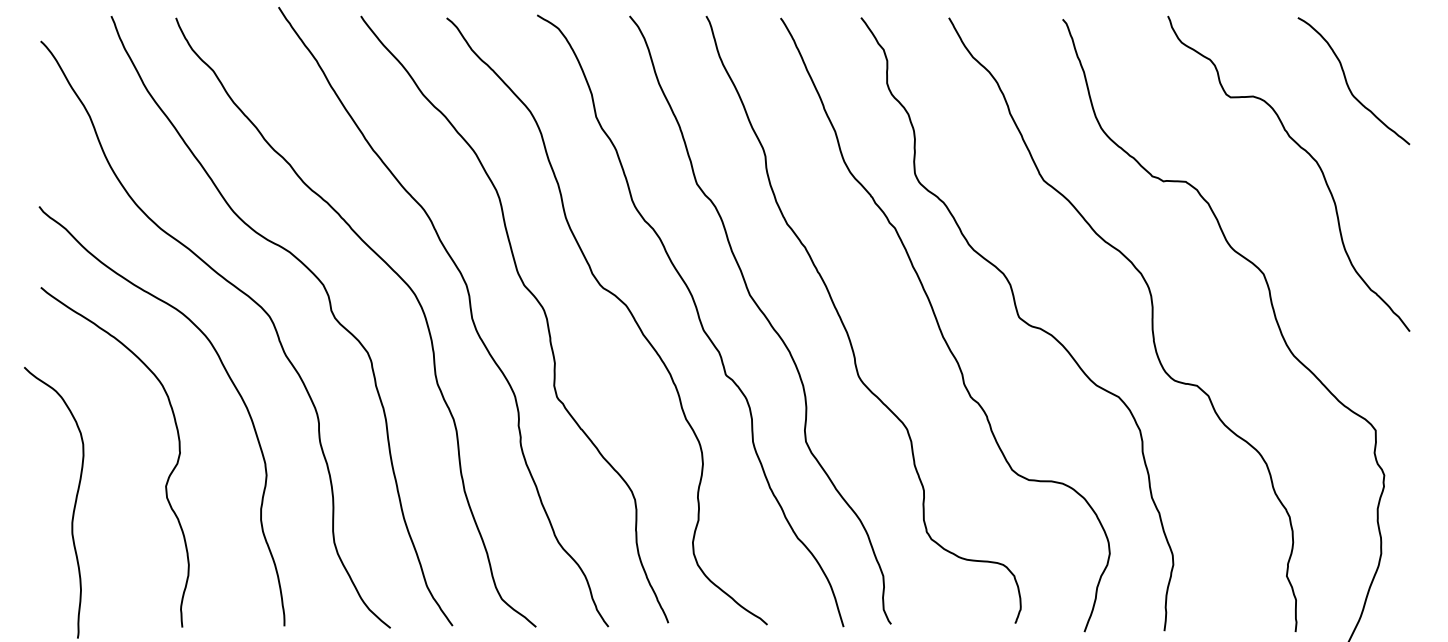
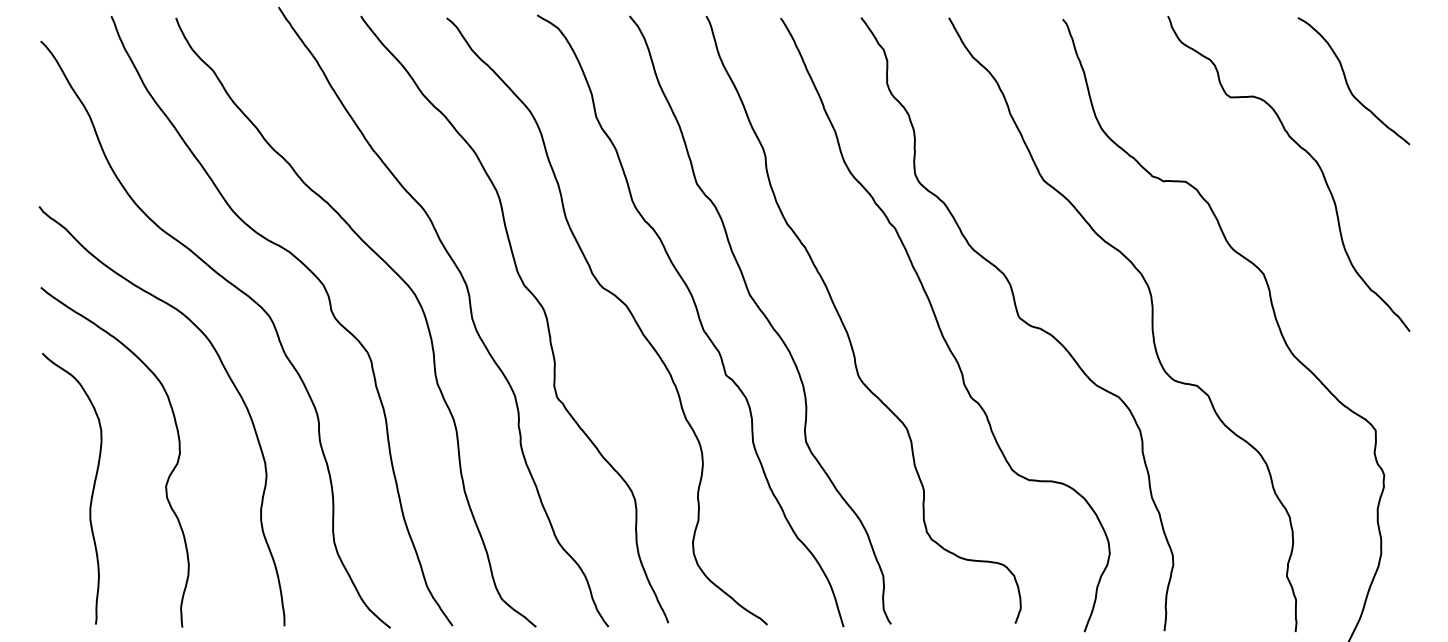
curve at (73, 507) position: (73, 507) -> (91, 493)
